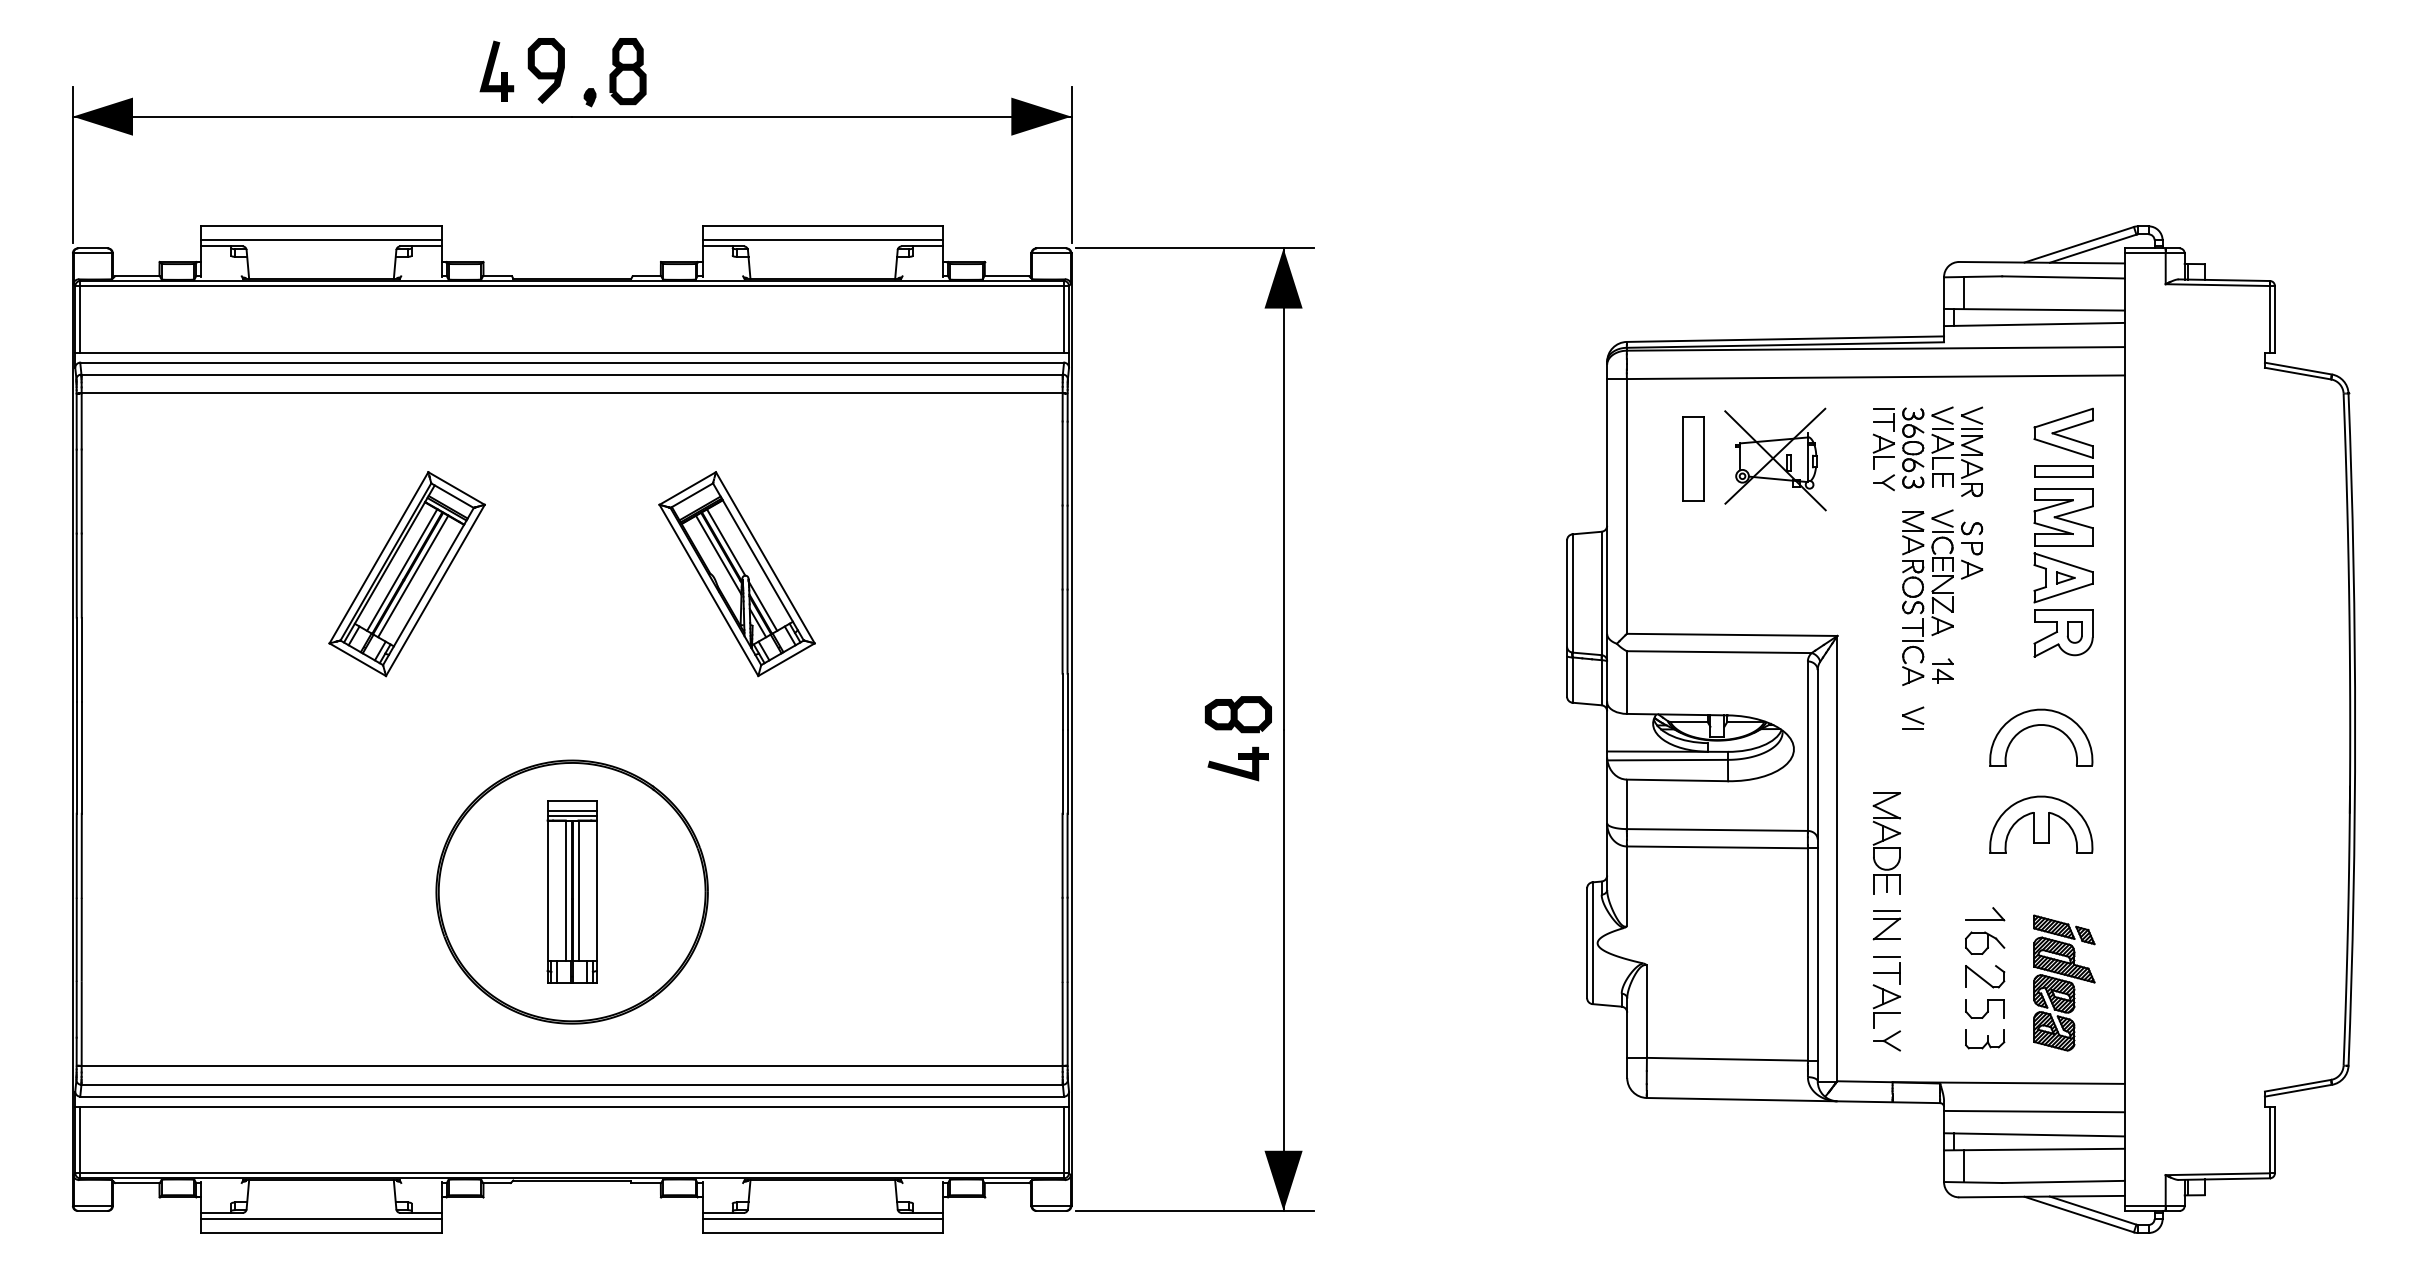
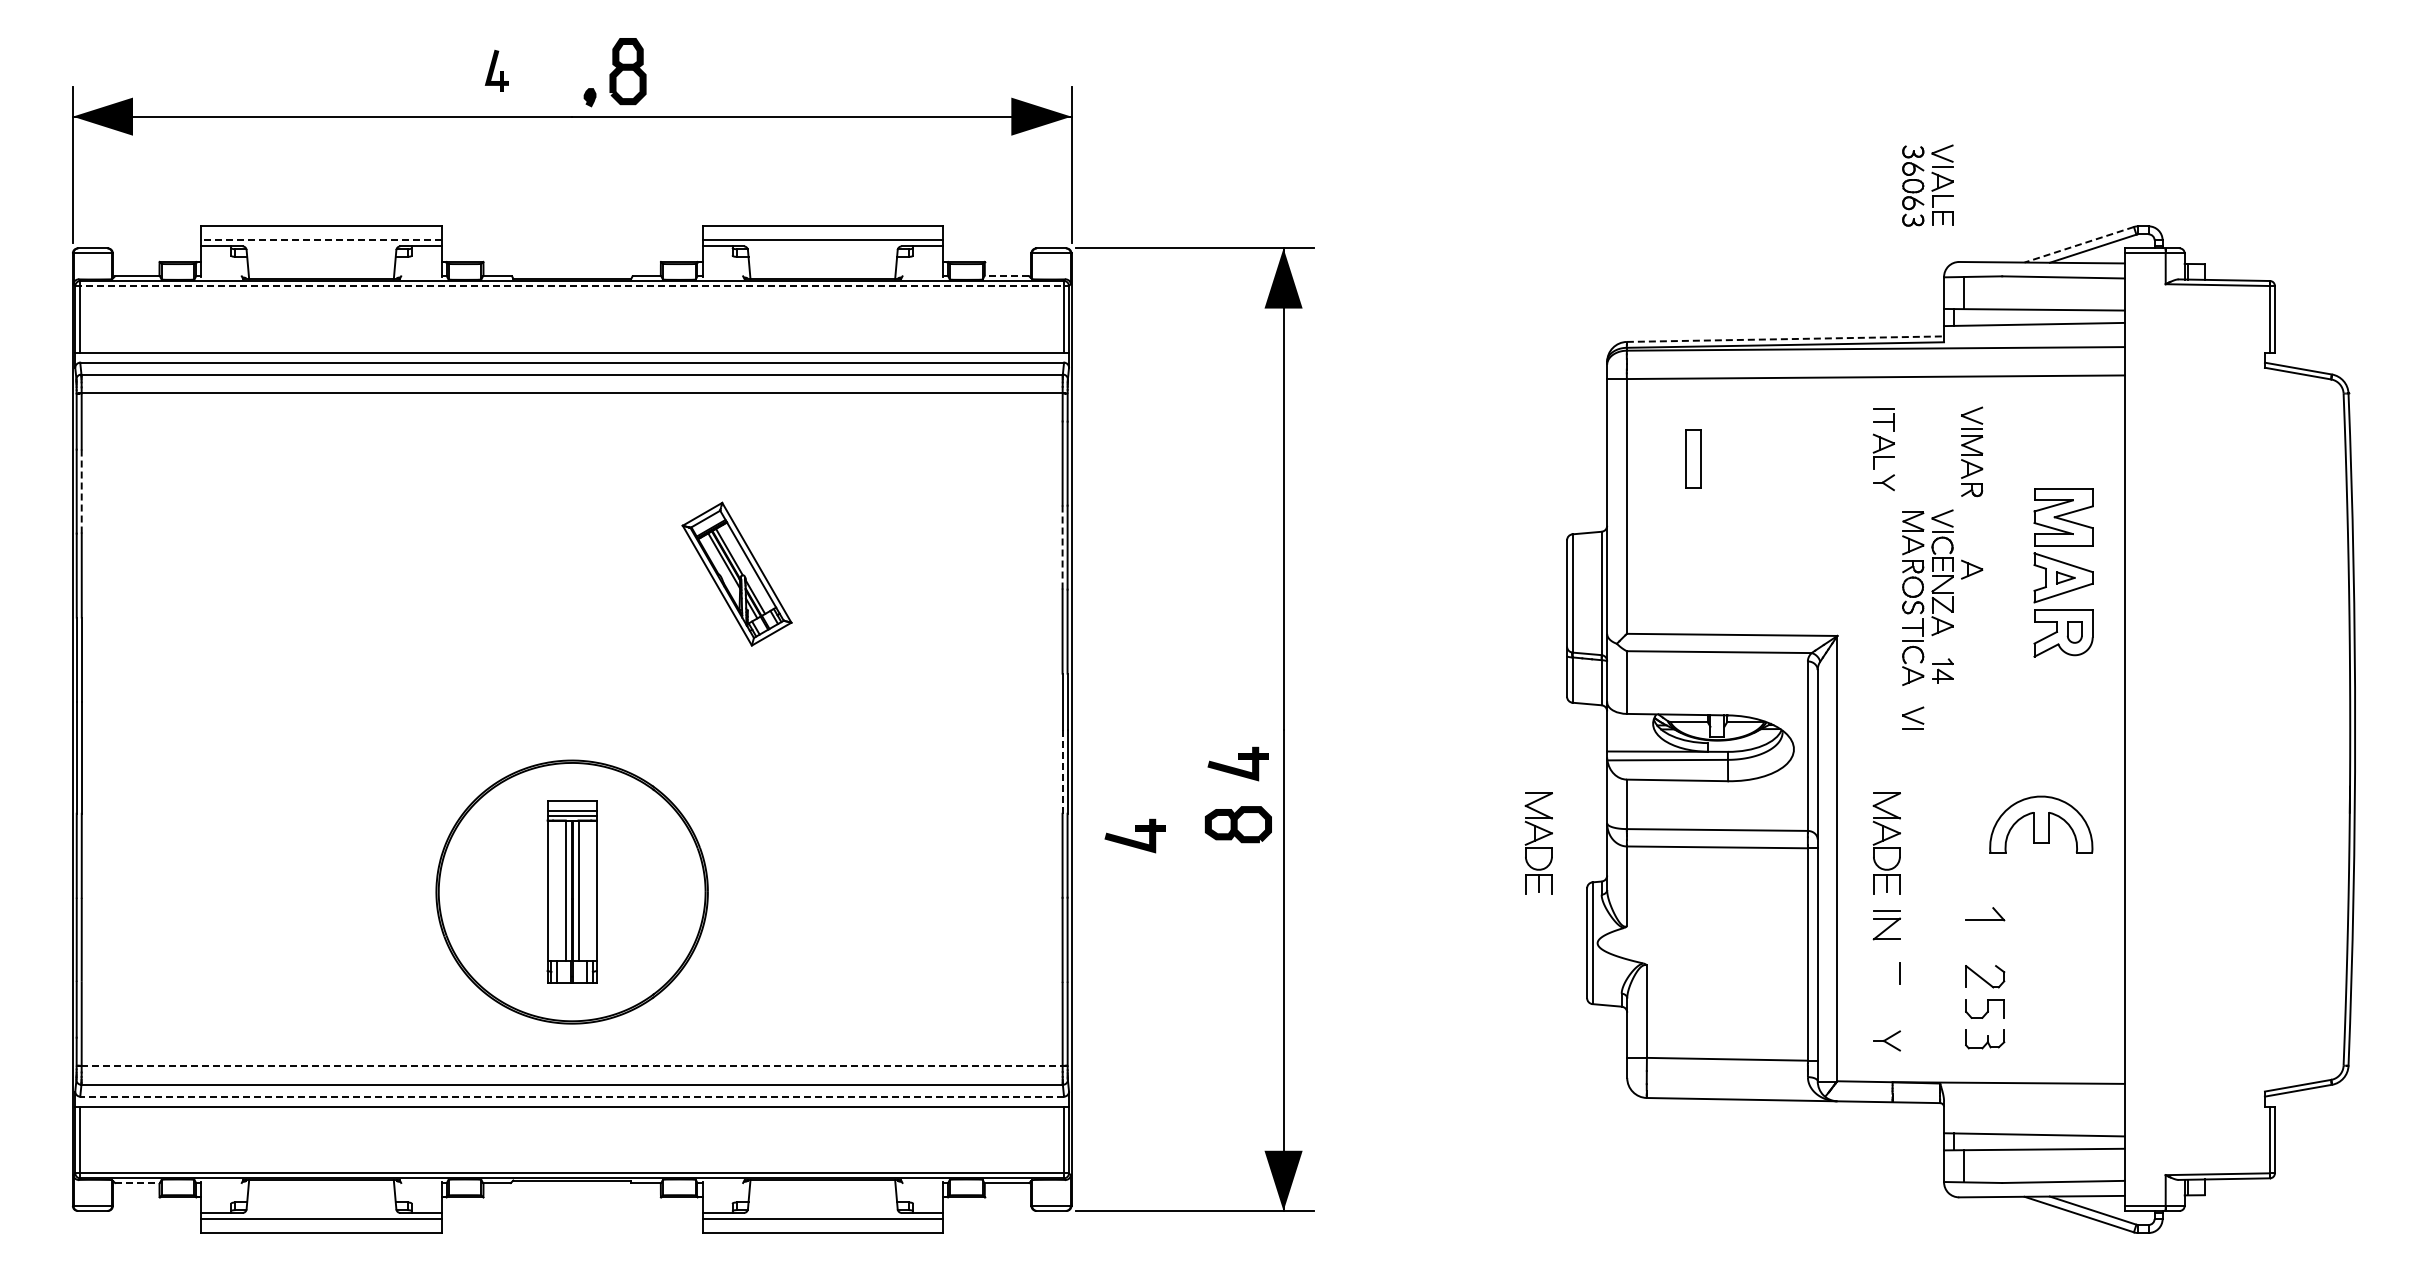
part at (496, 70) size: 36x62 px -> 25x42 px
curve at (545, 72): present -> none
line at (321, 240): solid -> dashed
line at (2079, 244): solid -> dashed
line at (1006, 276): solid -> dashed
line at (572, 286): solid -> dashed
line at (1785, 339): solid -> dashed
part at (2063, 442): present -> none
part at (1927, 447) position: (1927, 447) -> (1927, 185)
part at (1693, 458) size: 23x86 px -> 17x60 px
part at (1775, 459): present -> none
line at (81, 491): solid -> dashed
part at (1972, 538): present -> none
line at (1062, 548): solid -> dashed
part at (406, 574): present -> none
part at (736, 574) size: 158x207 px -> 112x146 px
part at (1237, 714) position: (1237, 714) -> (1237, 824)
part at (2037, 726): present -> none
line at (1062, 772): solid -> dashed
part at (1134, 835): none -> present
part at (1538, 843): none -> present
part at (1985, 942): present -> none
line at (1886, 957): present -> none
line at (1886, 973): present -> none
part at (2064, 982): present -> none
part at (1886, 1006): present -> none
line at (572, 1065): solid -> dashed
line at (572, 1096): solid -> dashed
line at (2034, 1111): present -> none
line at (138, 1183): solid -> dashed
